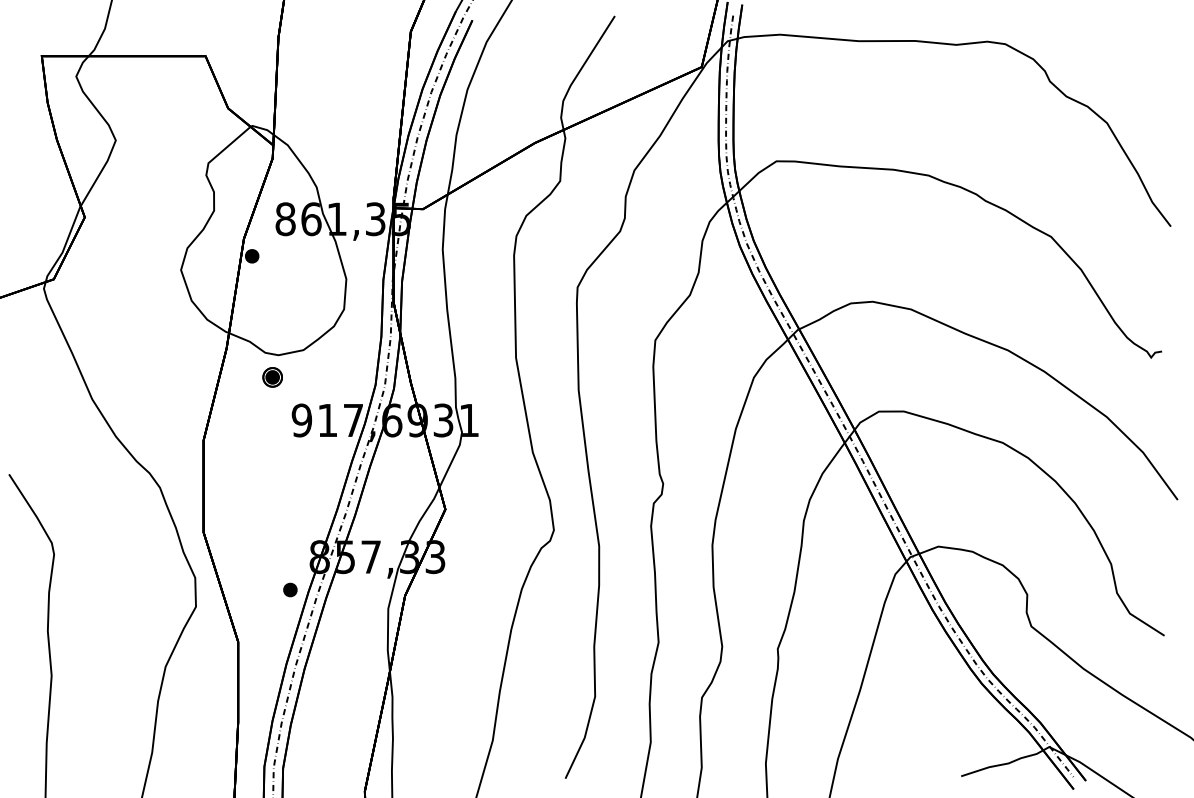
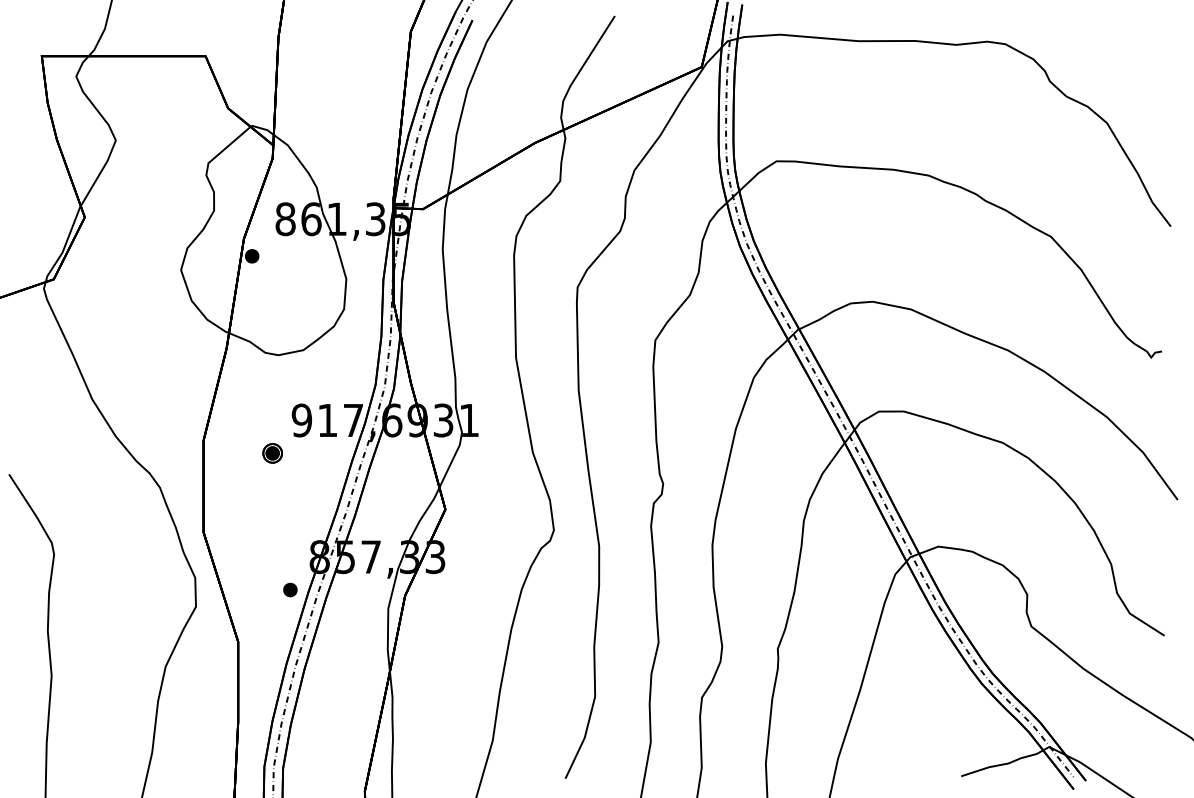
part at (272, 377) position: (272, 377) -> (272, 453)
